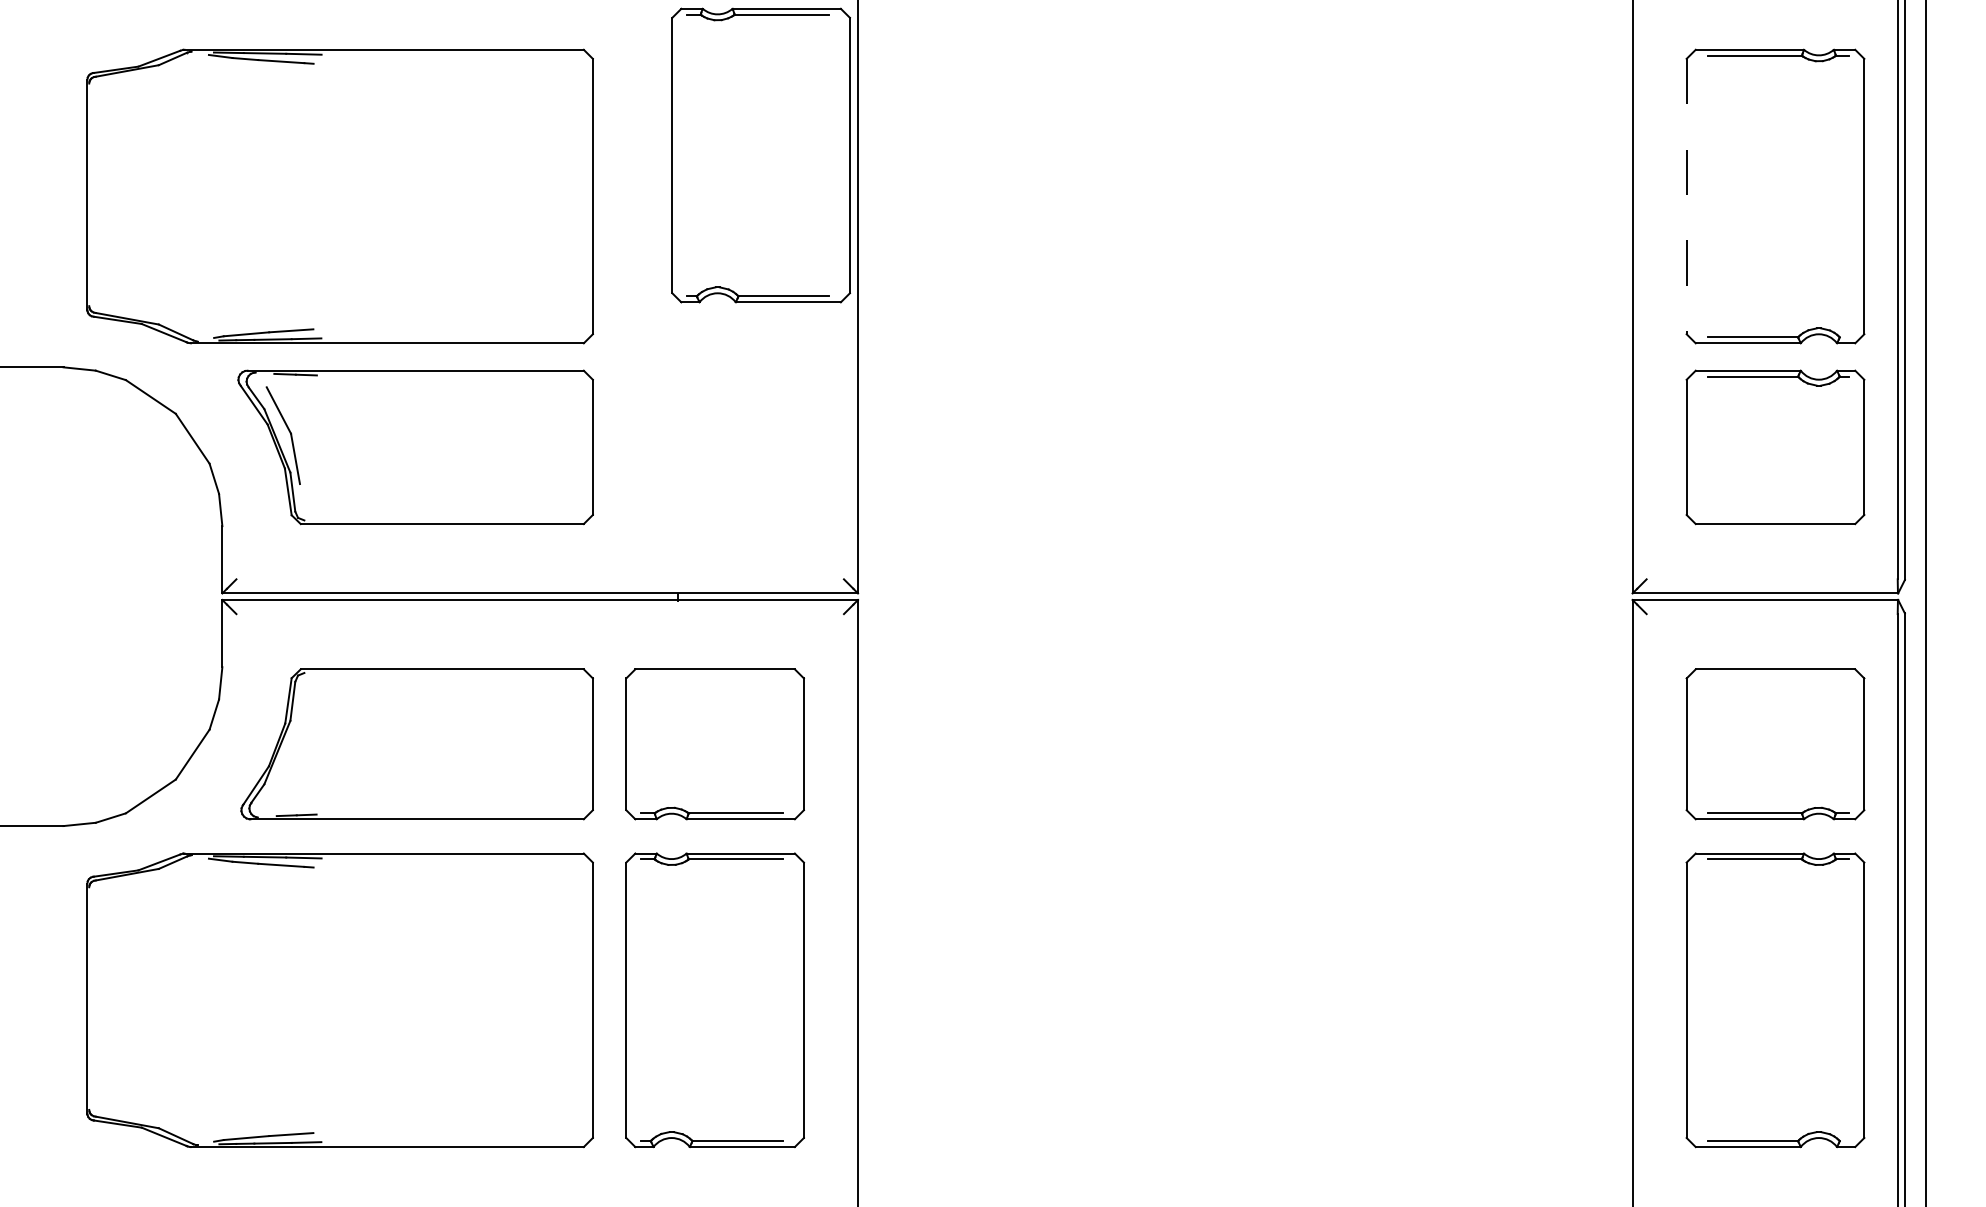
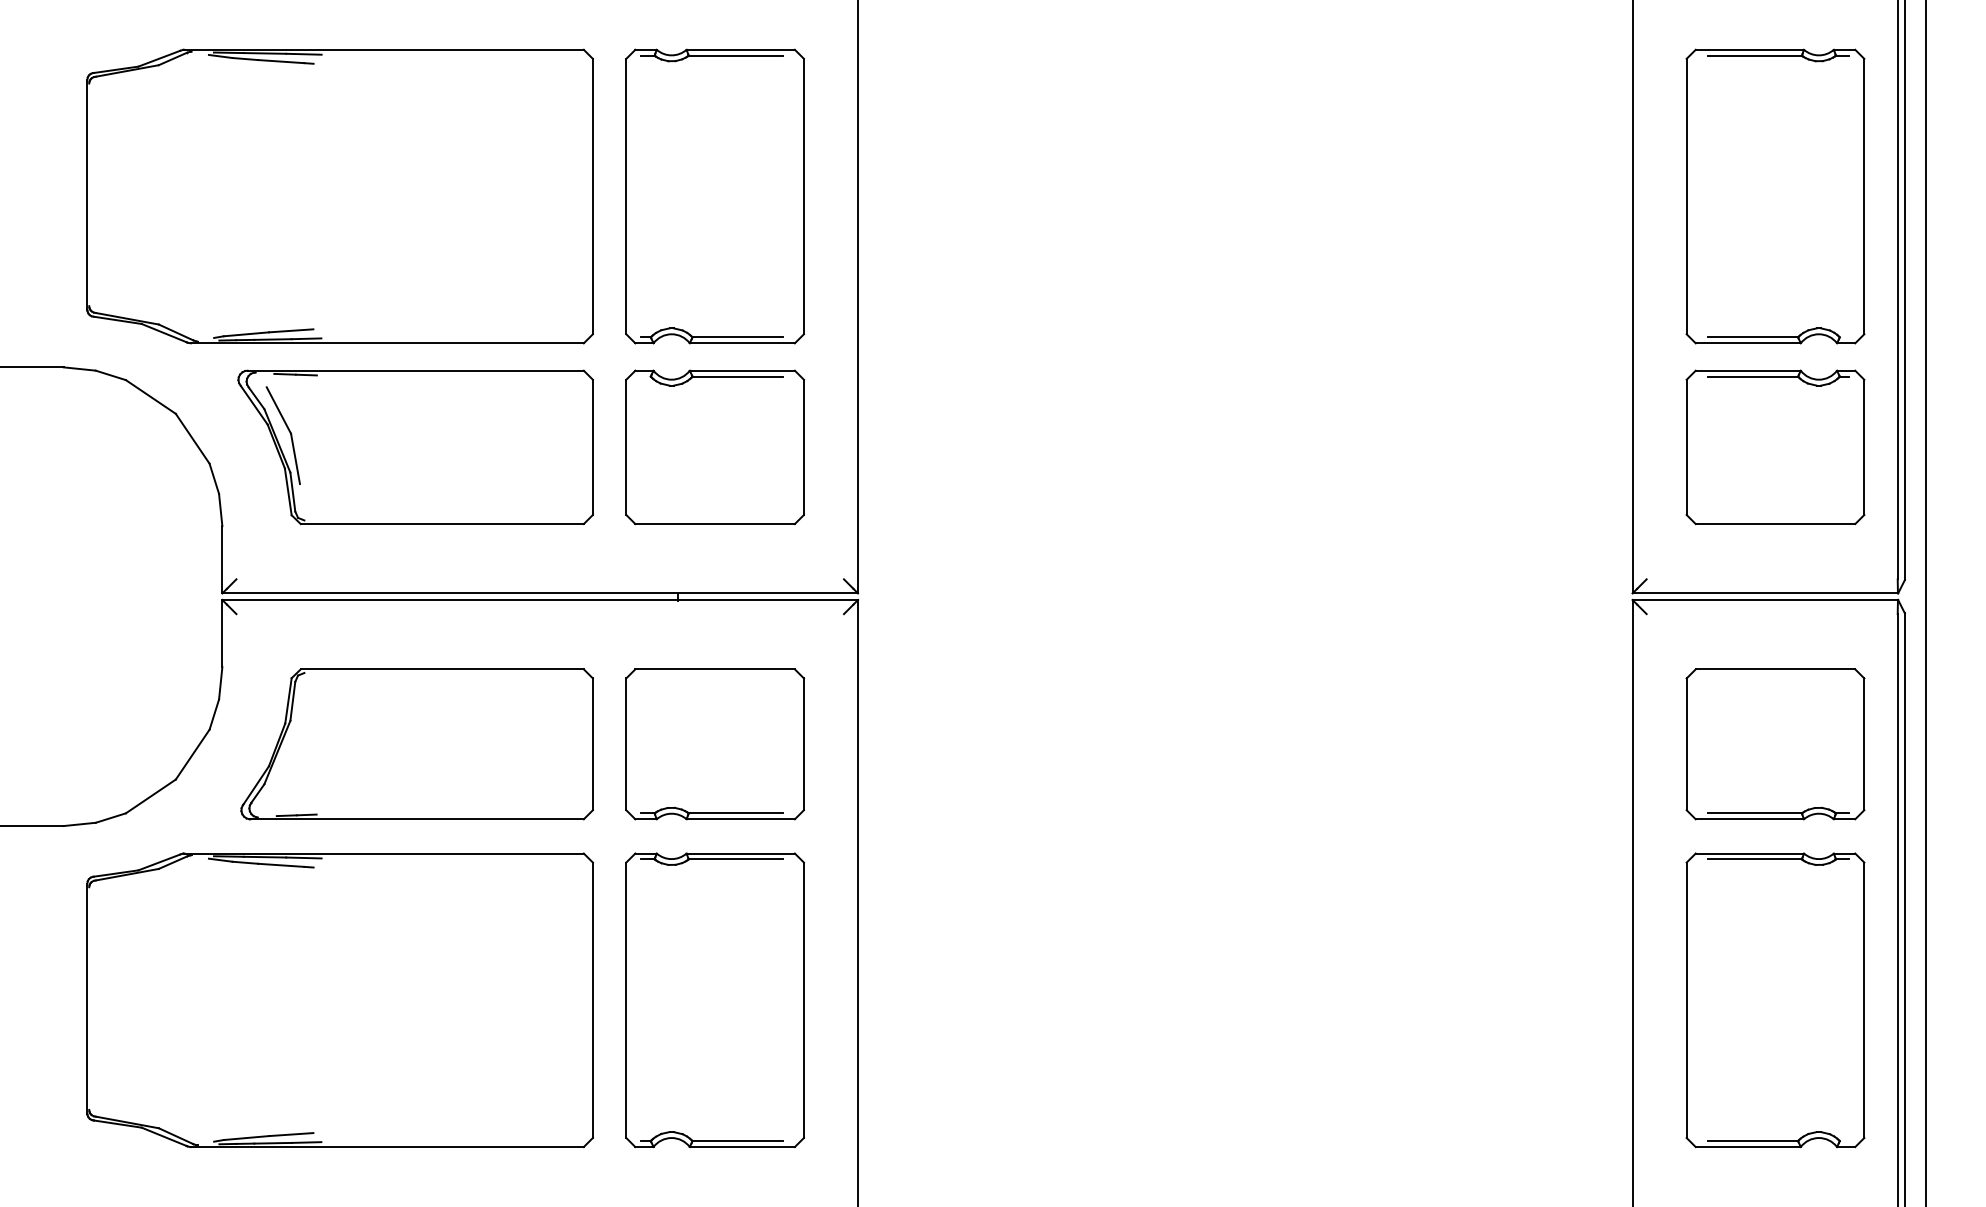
part at (760, 155) position: (760, 155) -> (714, 196)
line at (1686, 196): dashed -> solid
part at (714, 447): none -> present
